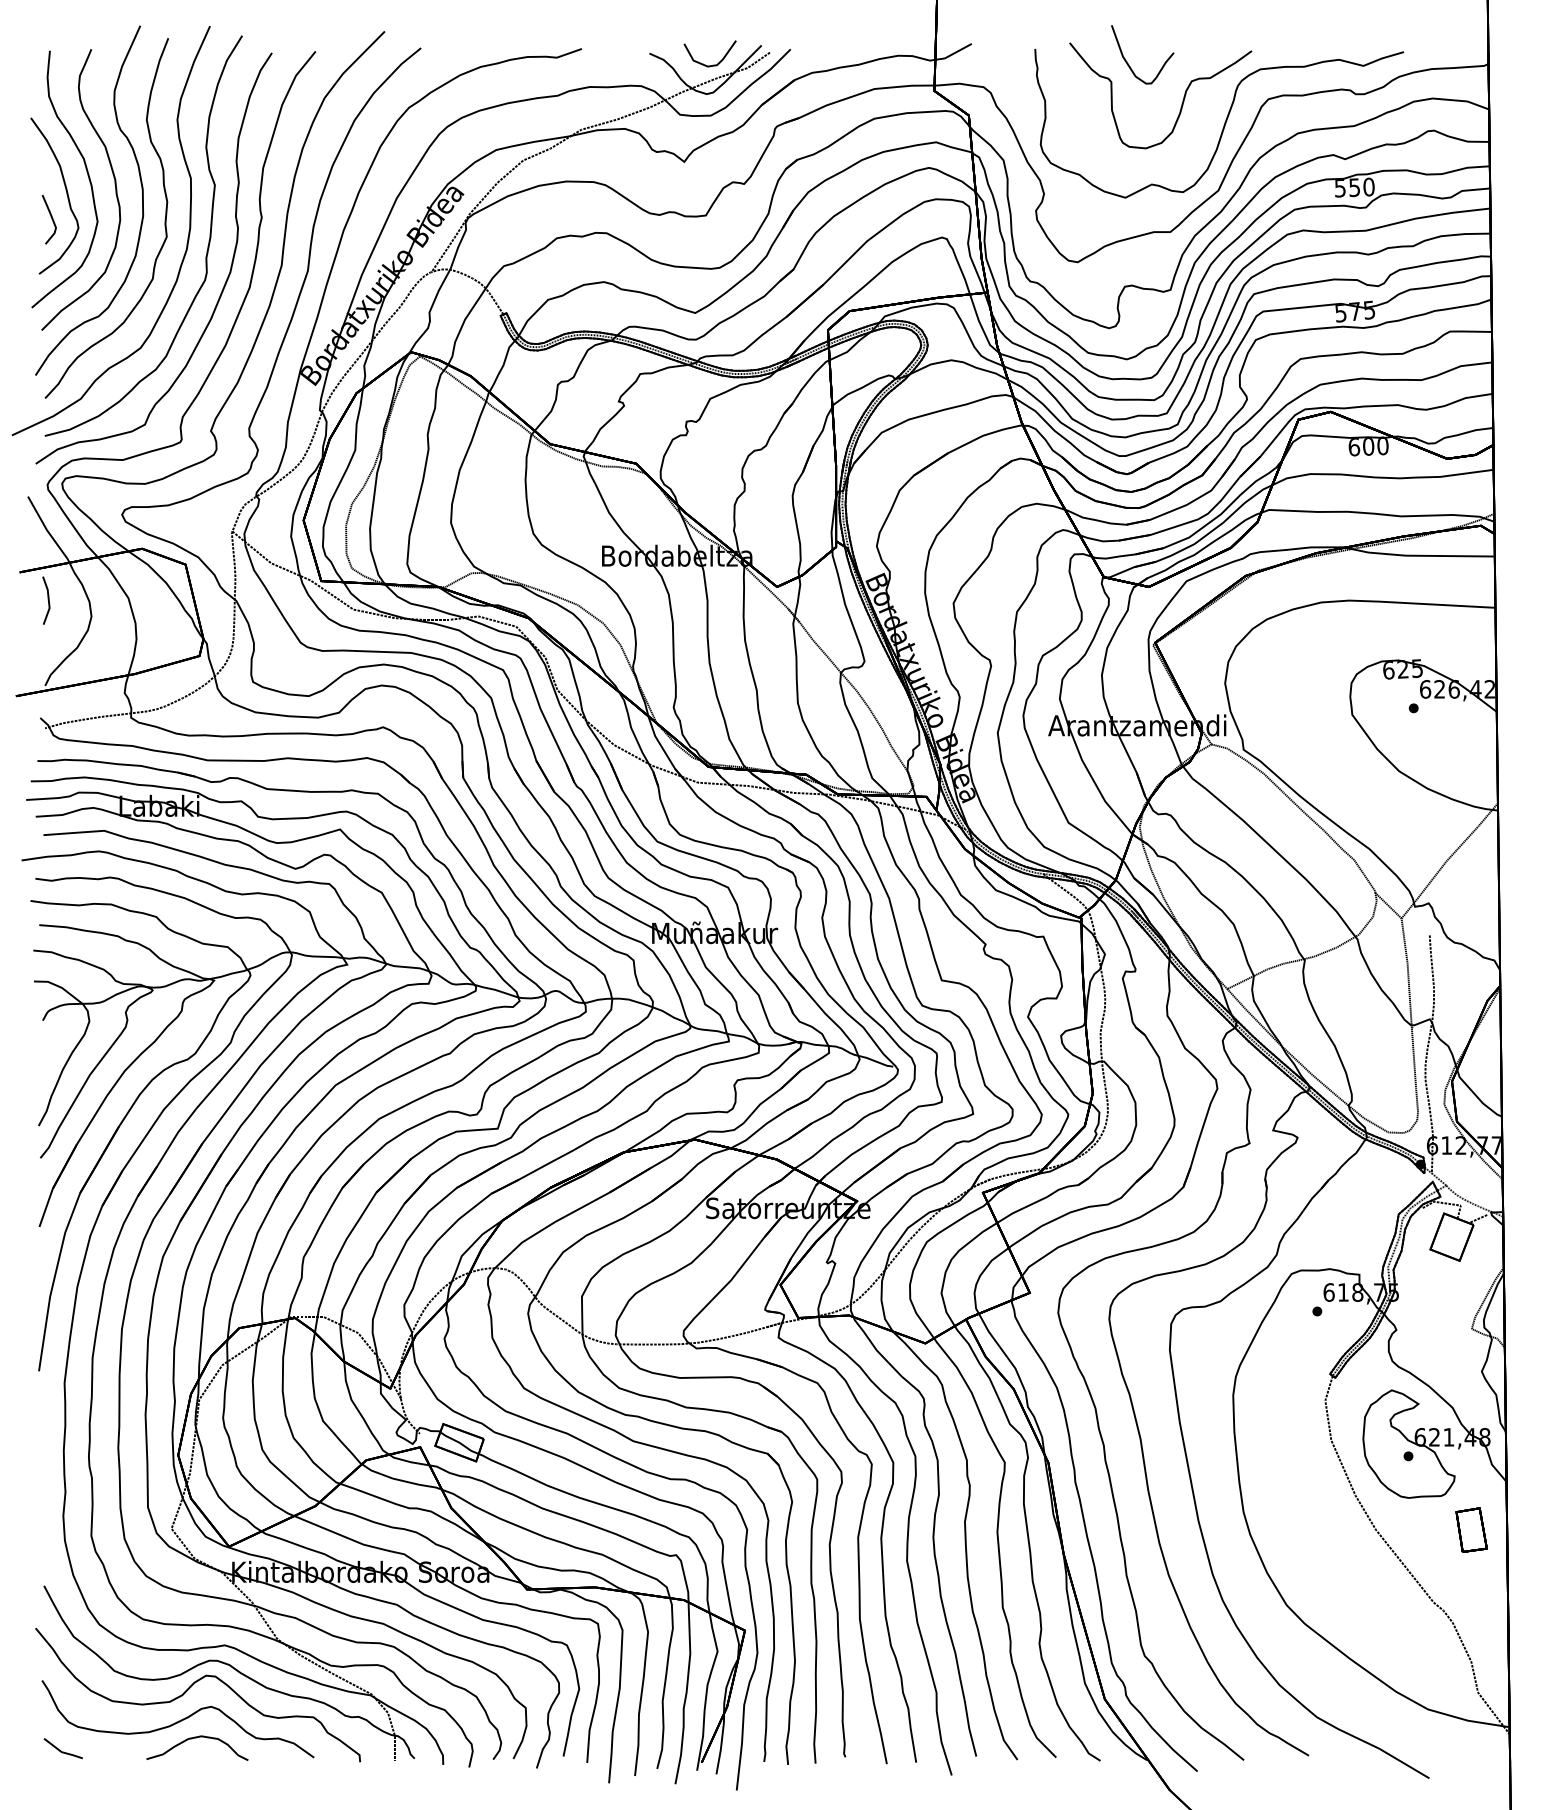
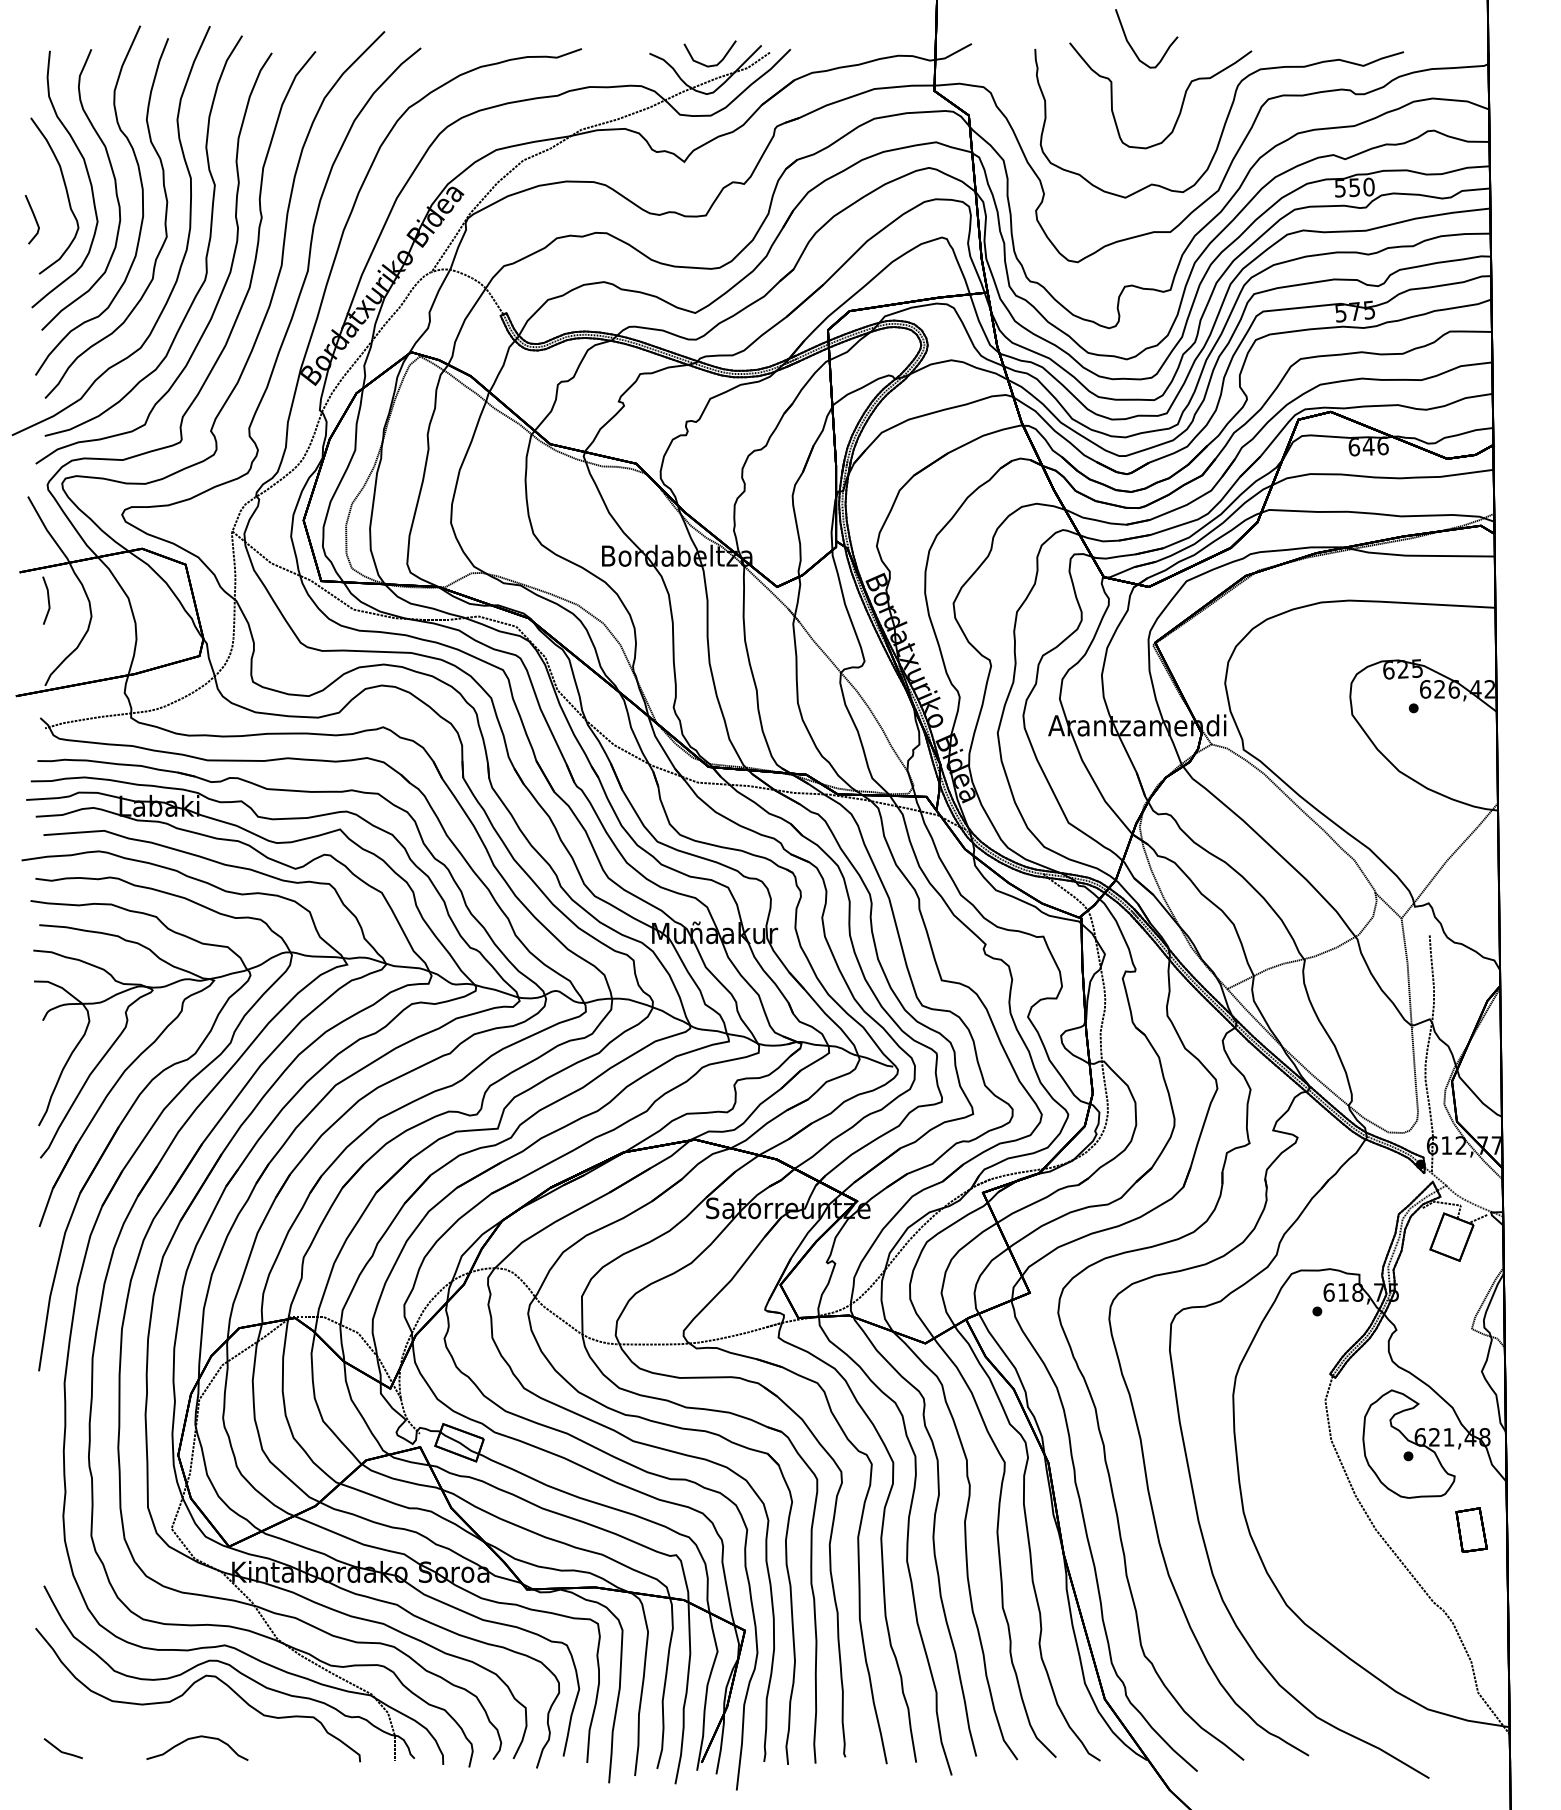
part at (1129, 64) position: (1129, 64) -> (1133, 48)
part at (48, 219) position: (48, 219) -> (31, 219)
text at (1375, 445): 600 -> 646
part at (177, 1719): present -> none
